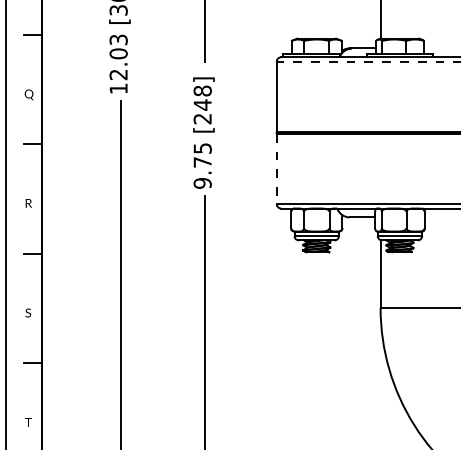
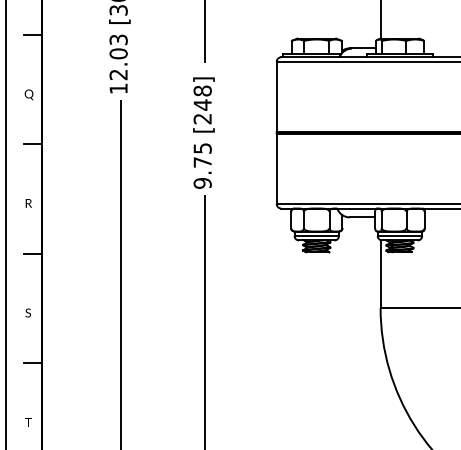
line at (368, 61): dashed -> solid
line at (276, 169): dashed -> solid
